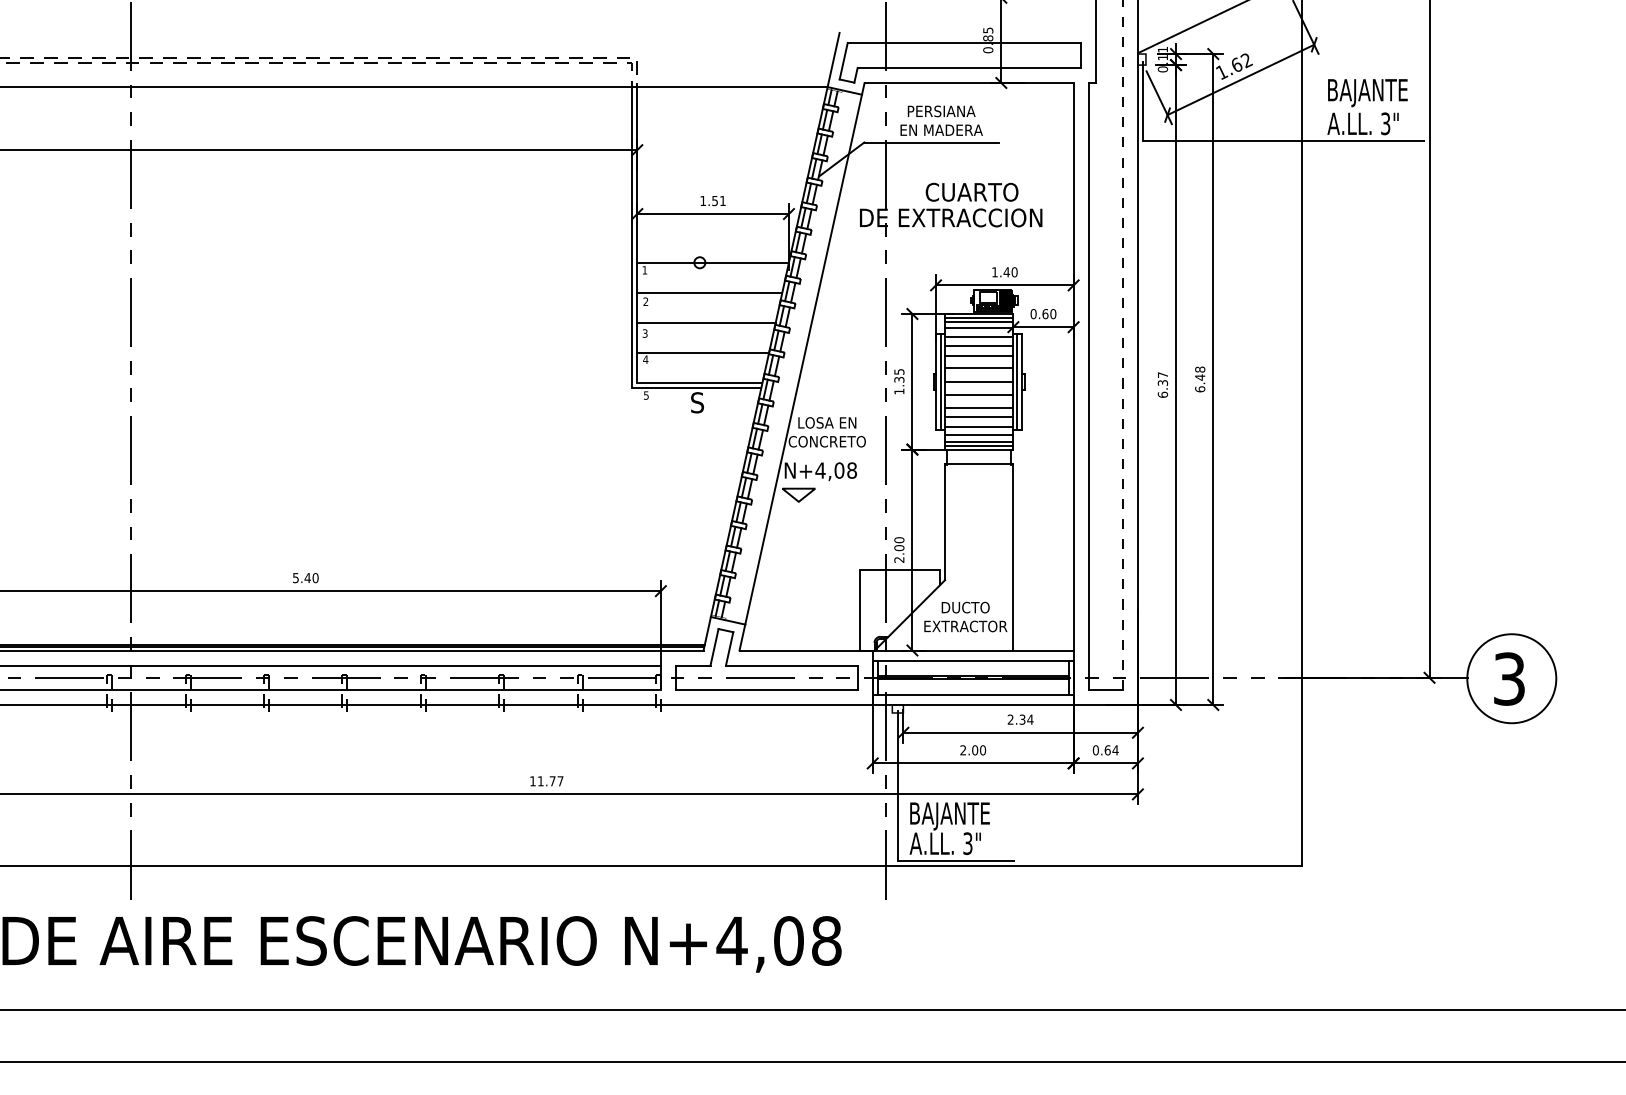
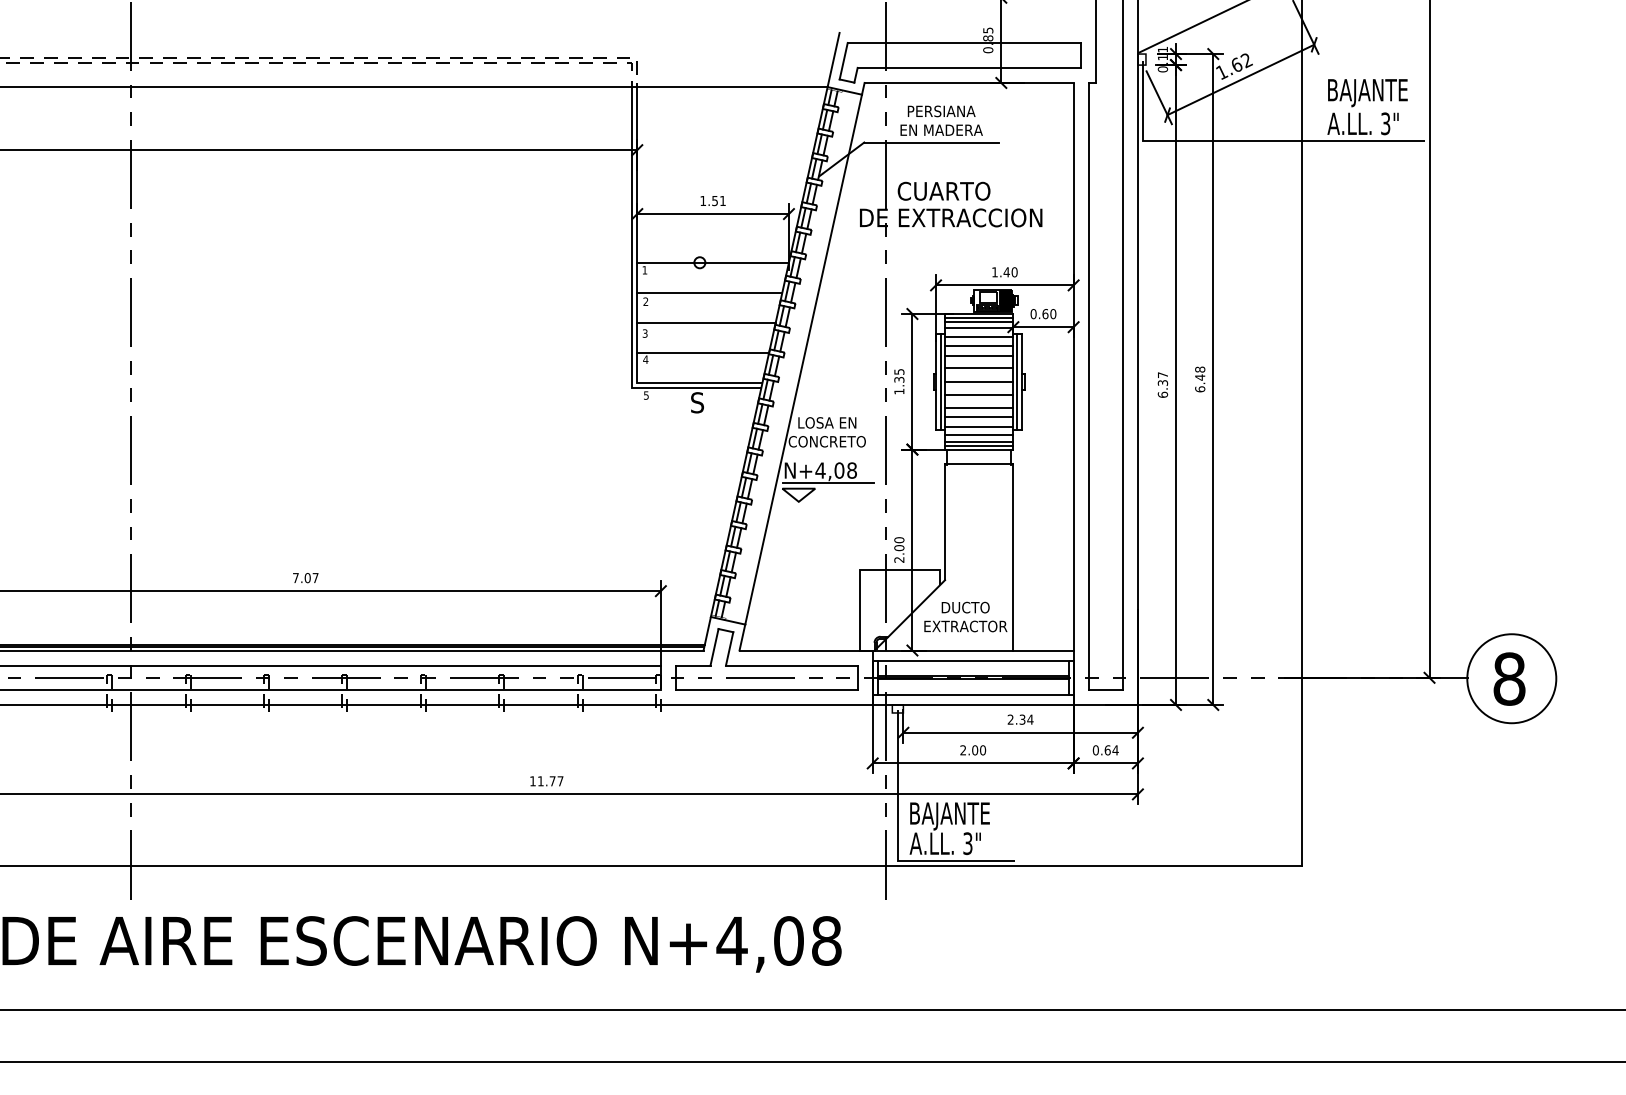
text at (971, 191) position: (971, 191) -> (943, 190)
line at (1122, 344): dashed -> solid
line at (828, 483): none -> present
text at (305, 578): 5.40 -> 7.07
text at (1509, 678): 3 -> 8
